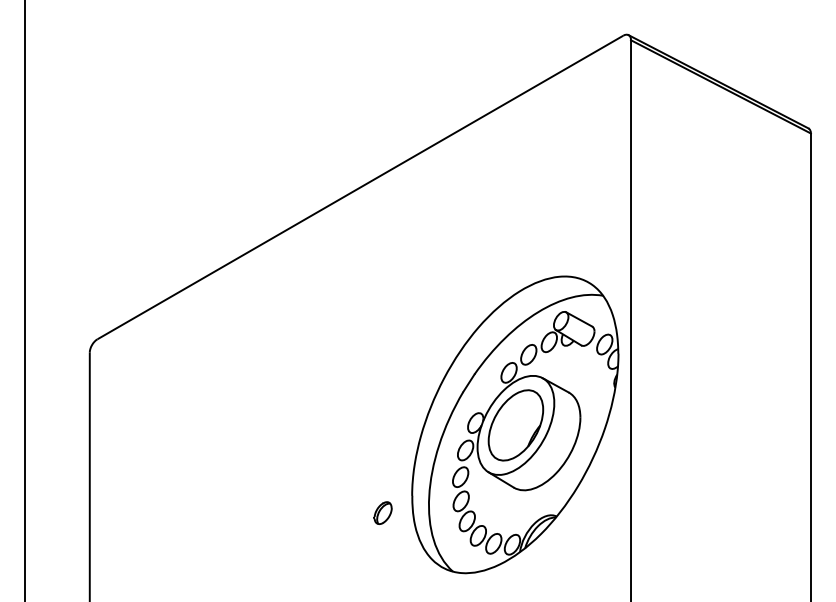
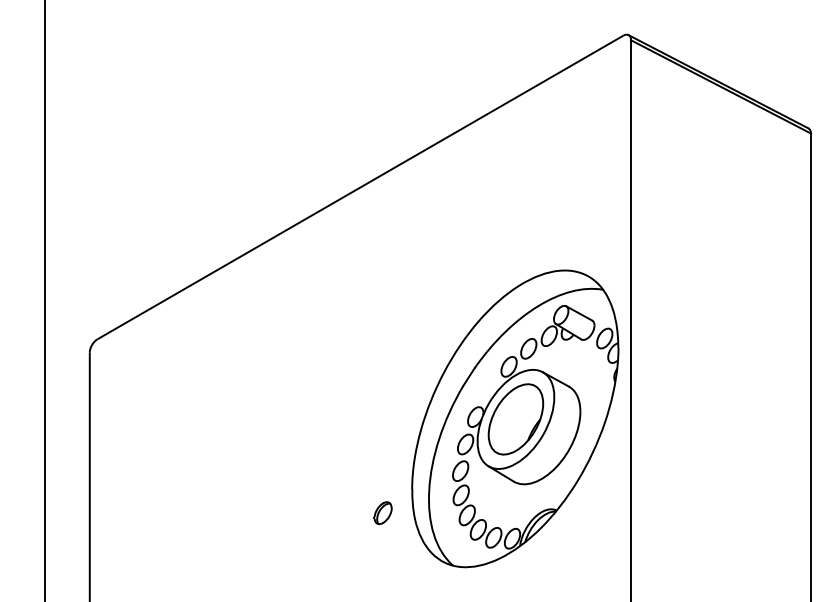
line at (25, 300) position: (25, 300) -> (45, 300)
part at (515, 424) position: (515, 424) -> (515, 418)
